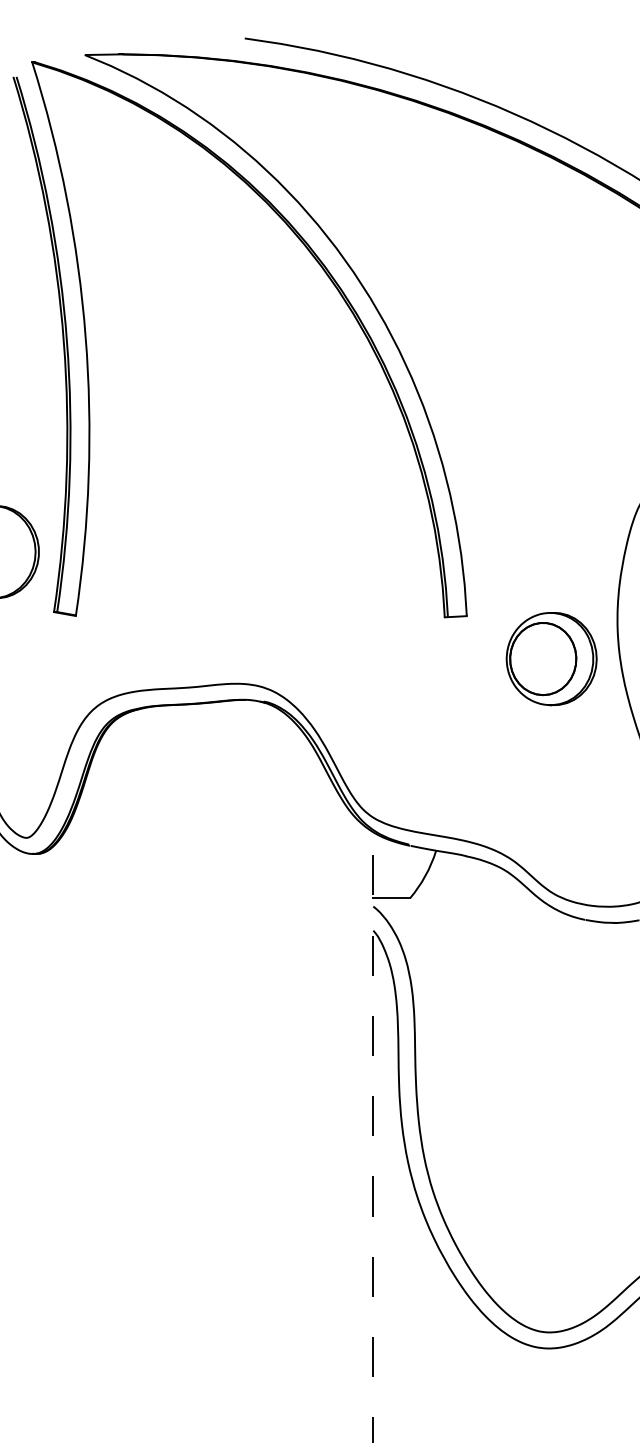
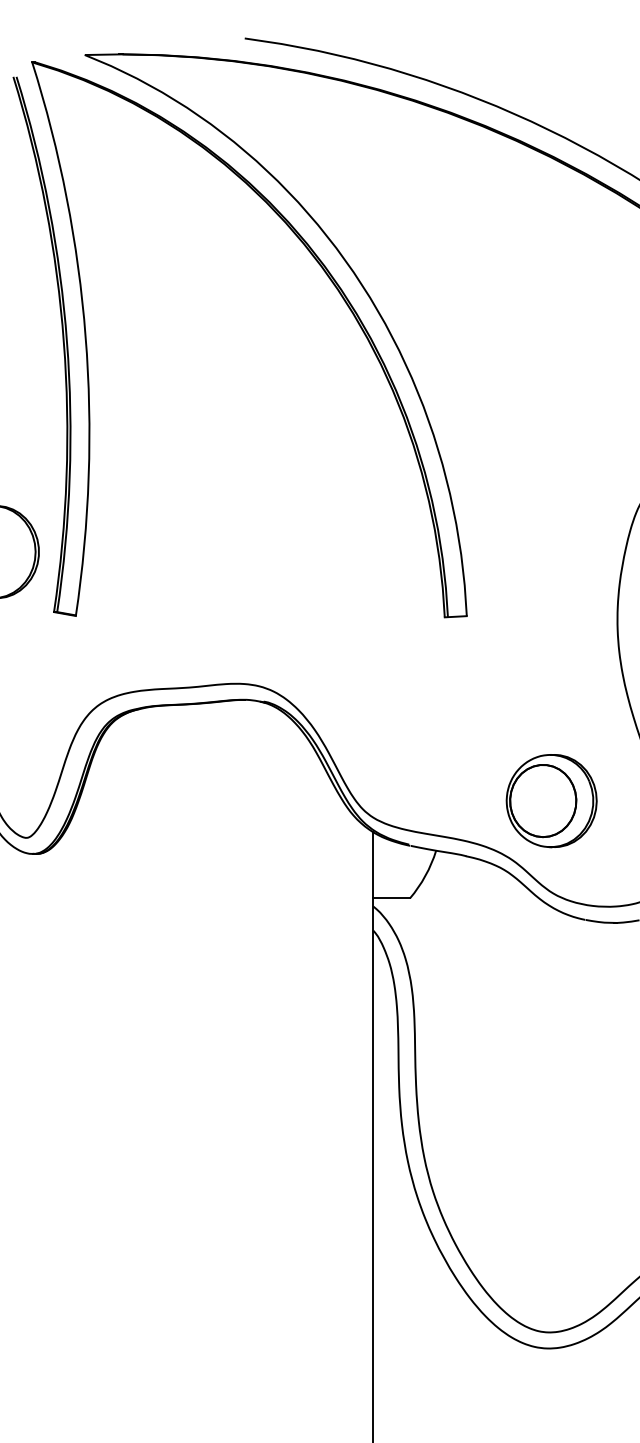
part at (551, 659) position: (551, 659) -> (551, 801)
line at (373, 1136): dashed -> solid
